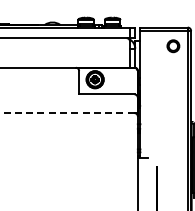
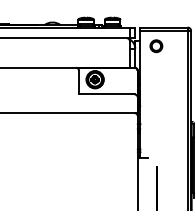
part at (173, 46) position: (173, 46) -> (156, 46)
line at (67, 113): dashed -> solid
